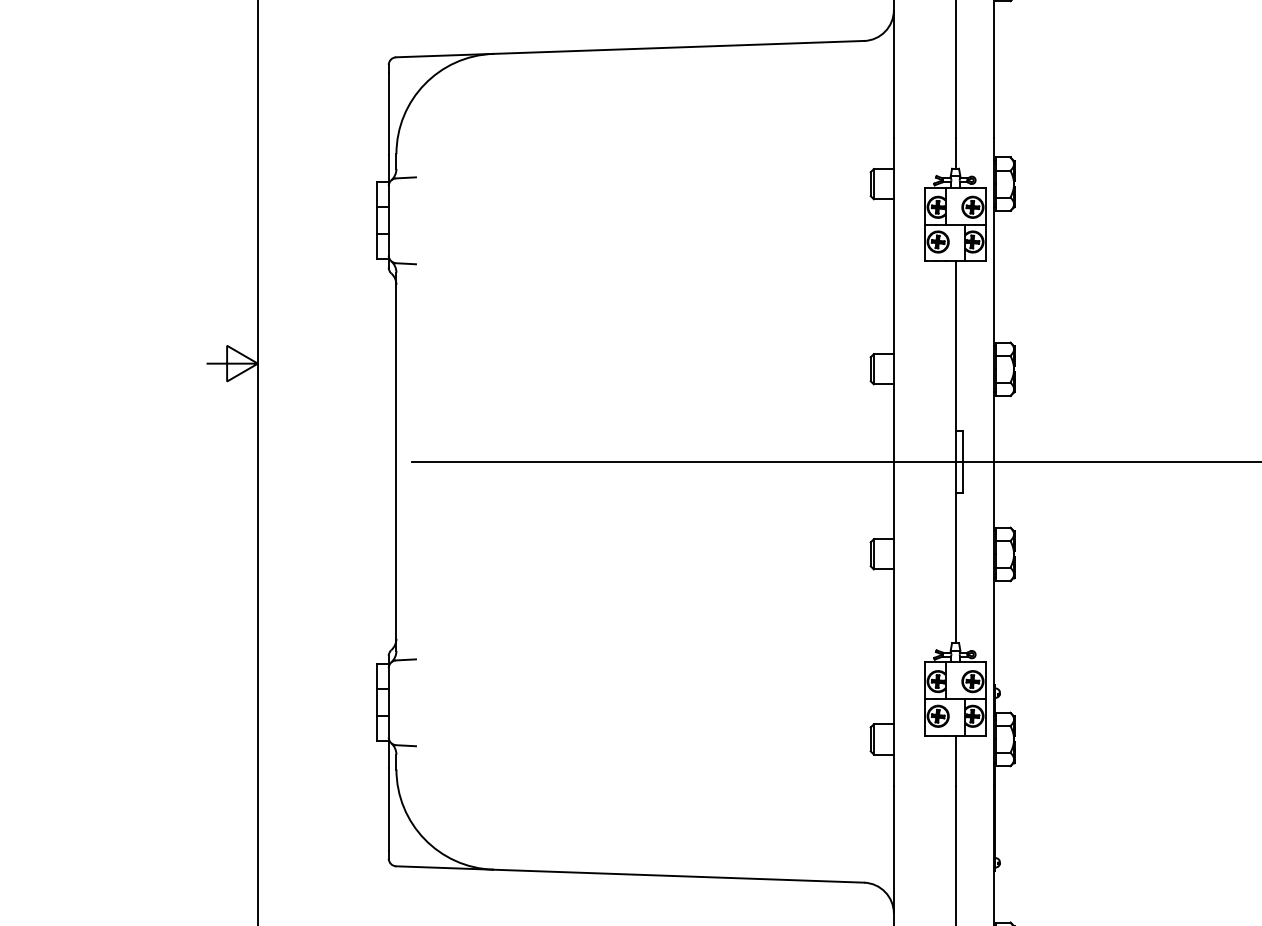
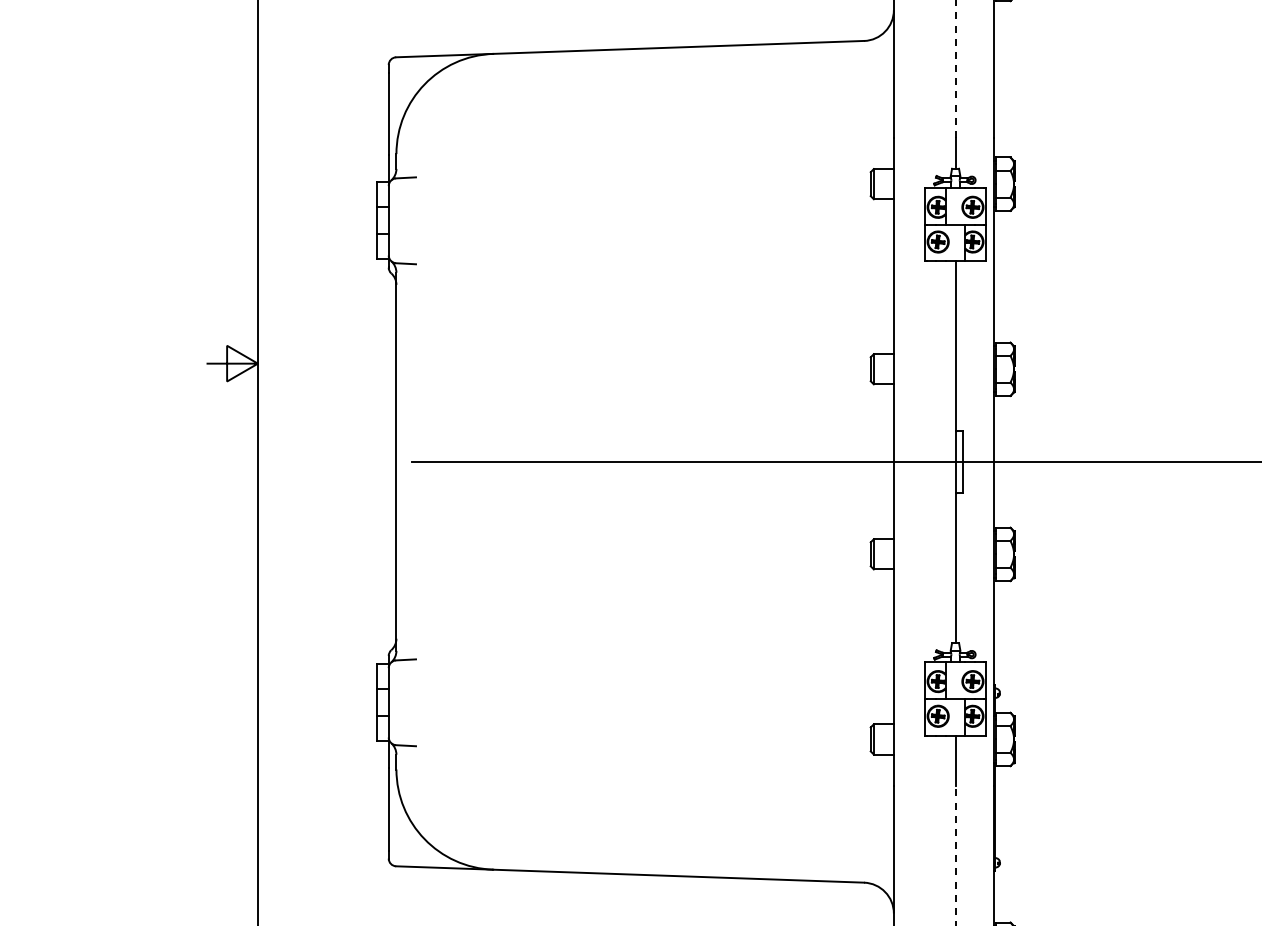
line at (955, 69): solid -> dashed
line at (955, 855): solid -> dashed
